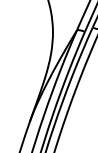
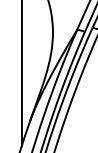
line at (21, 73): none -> present
